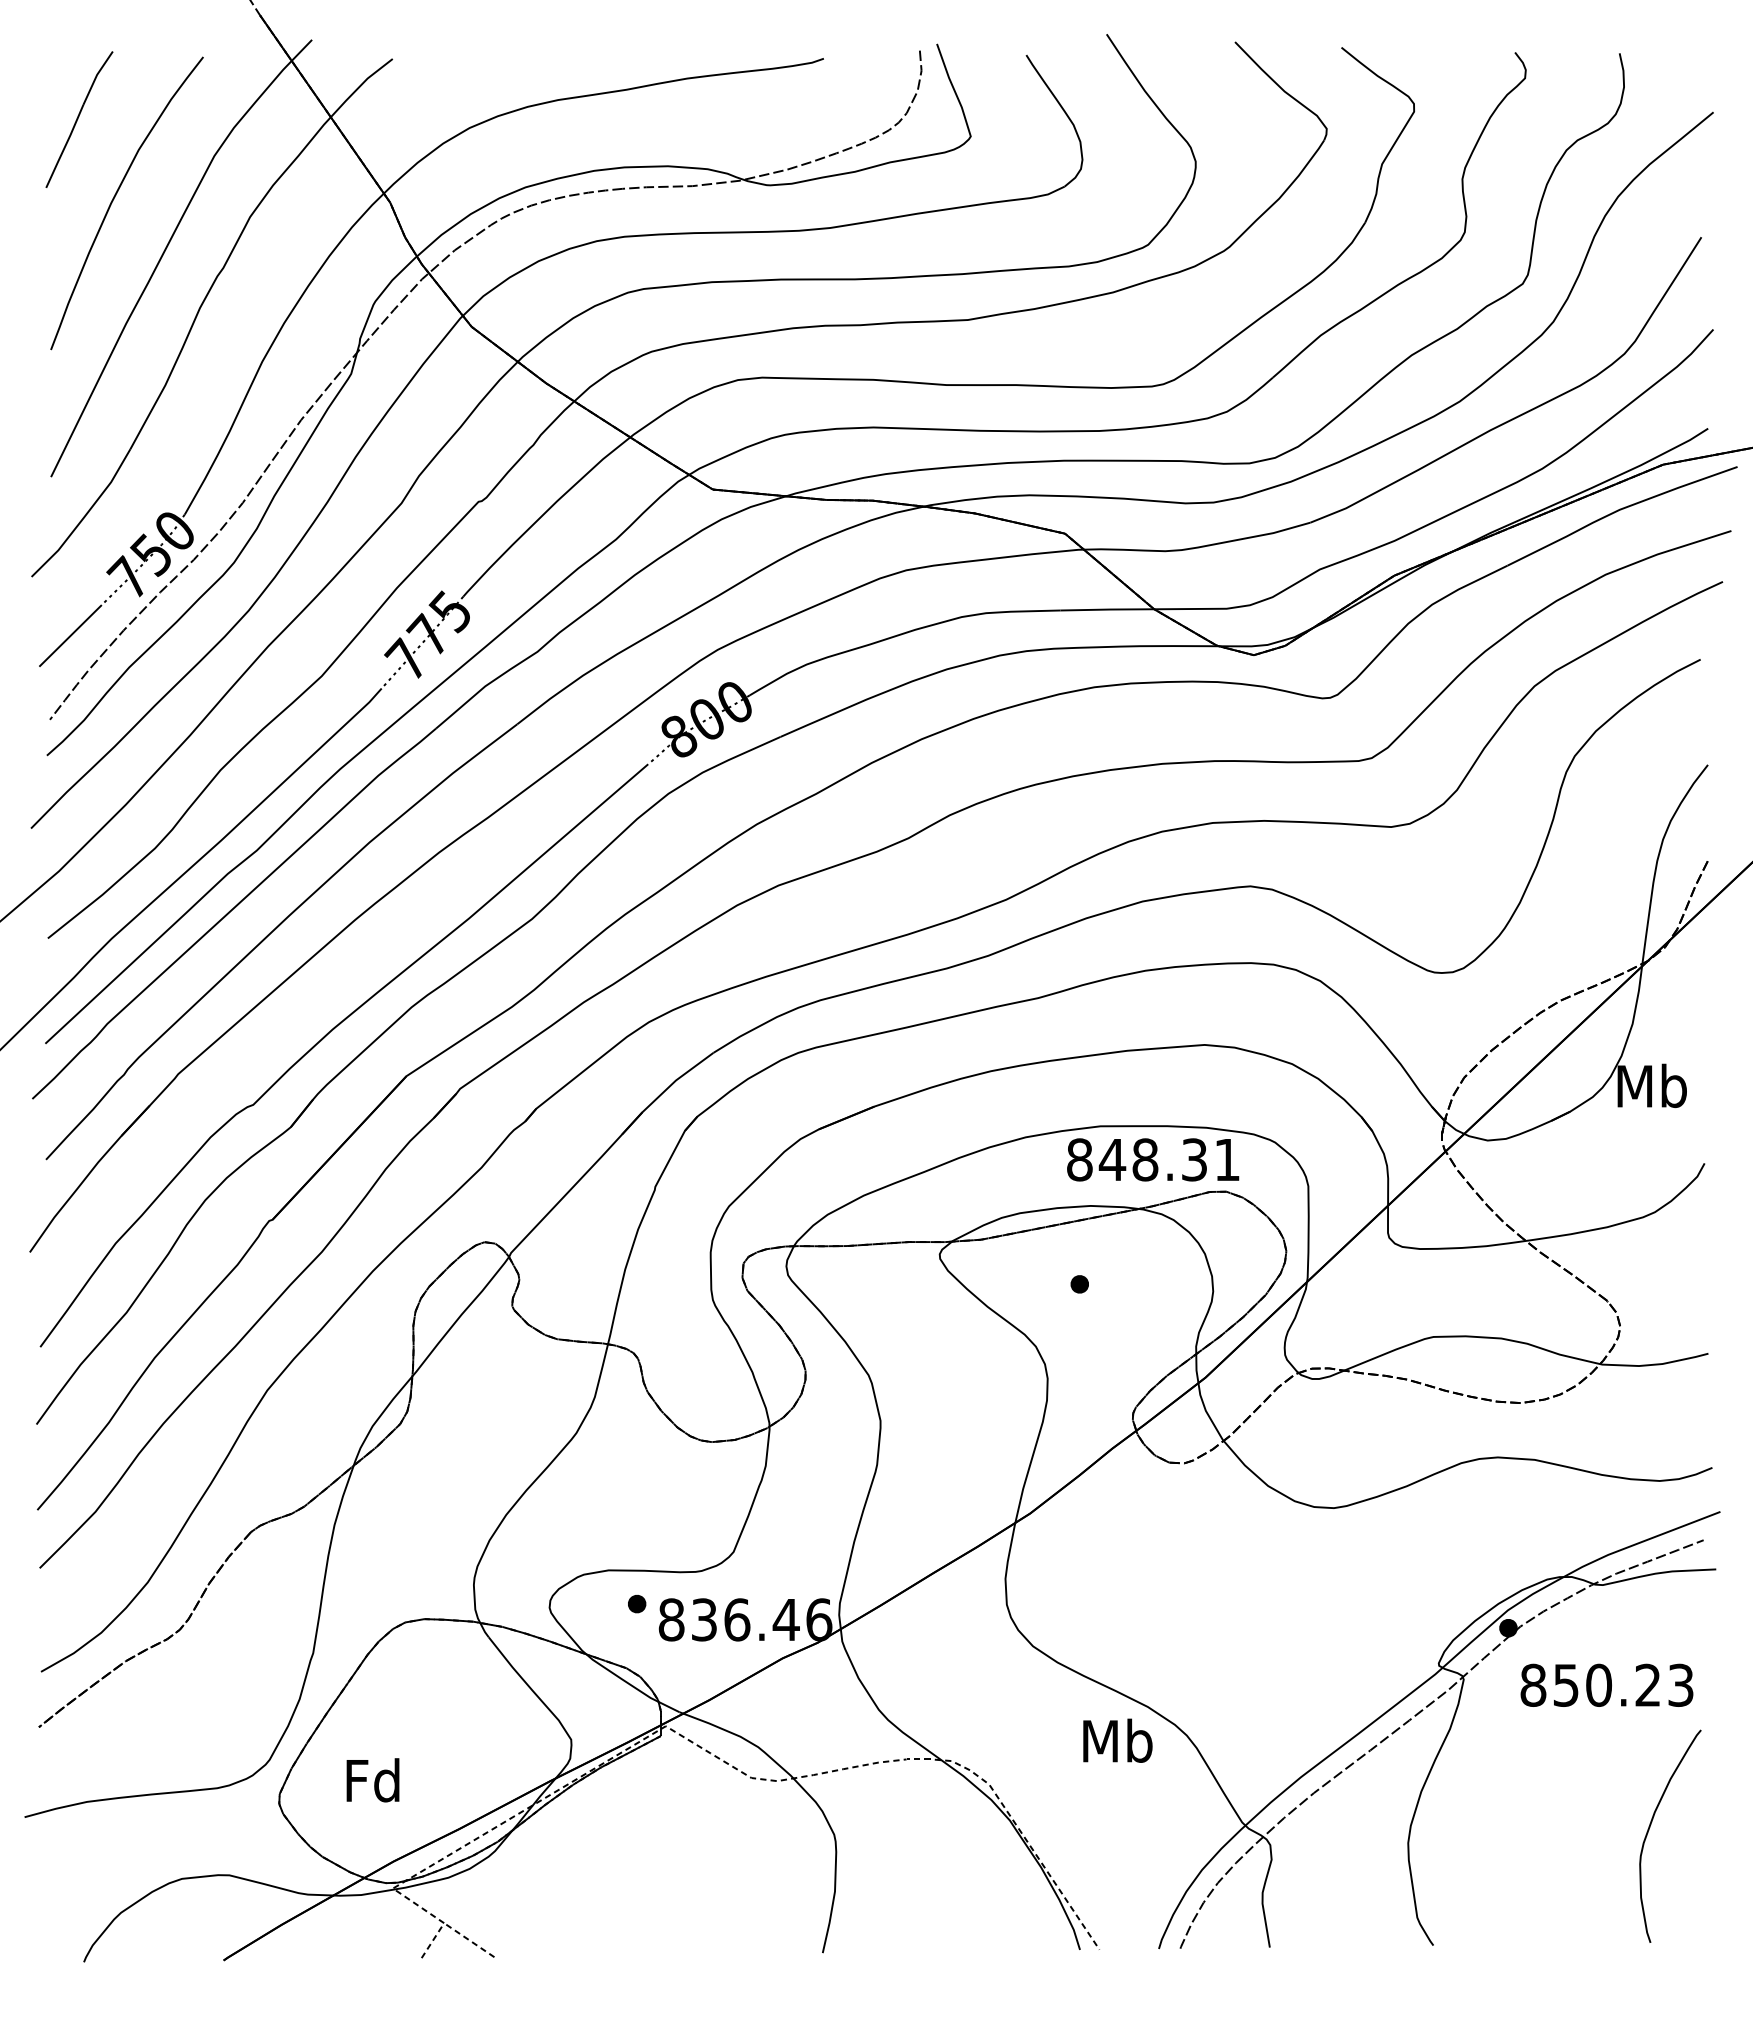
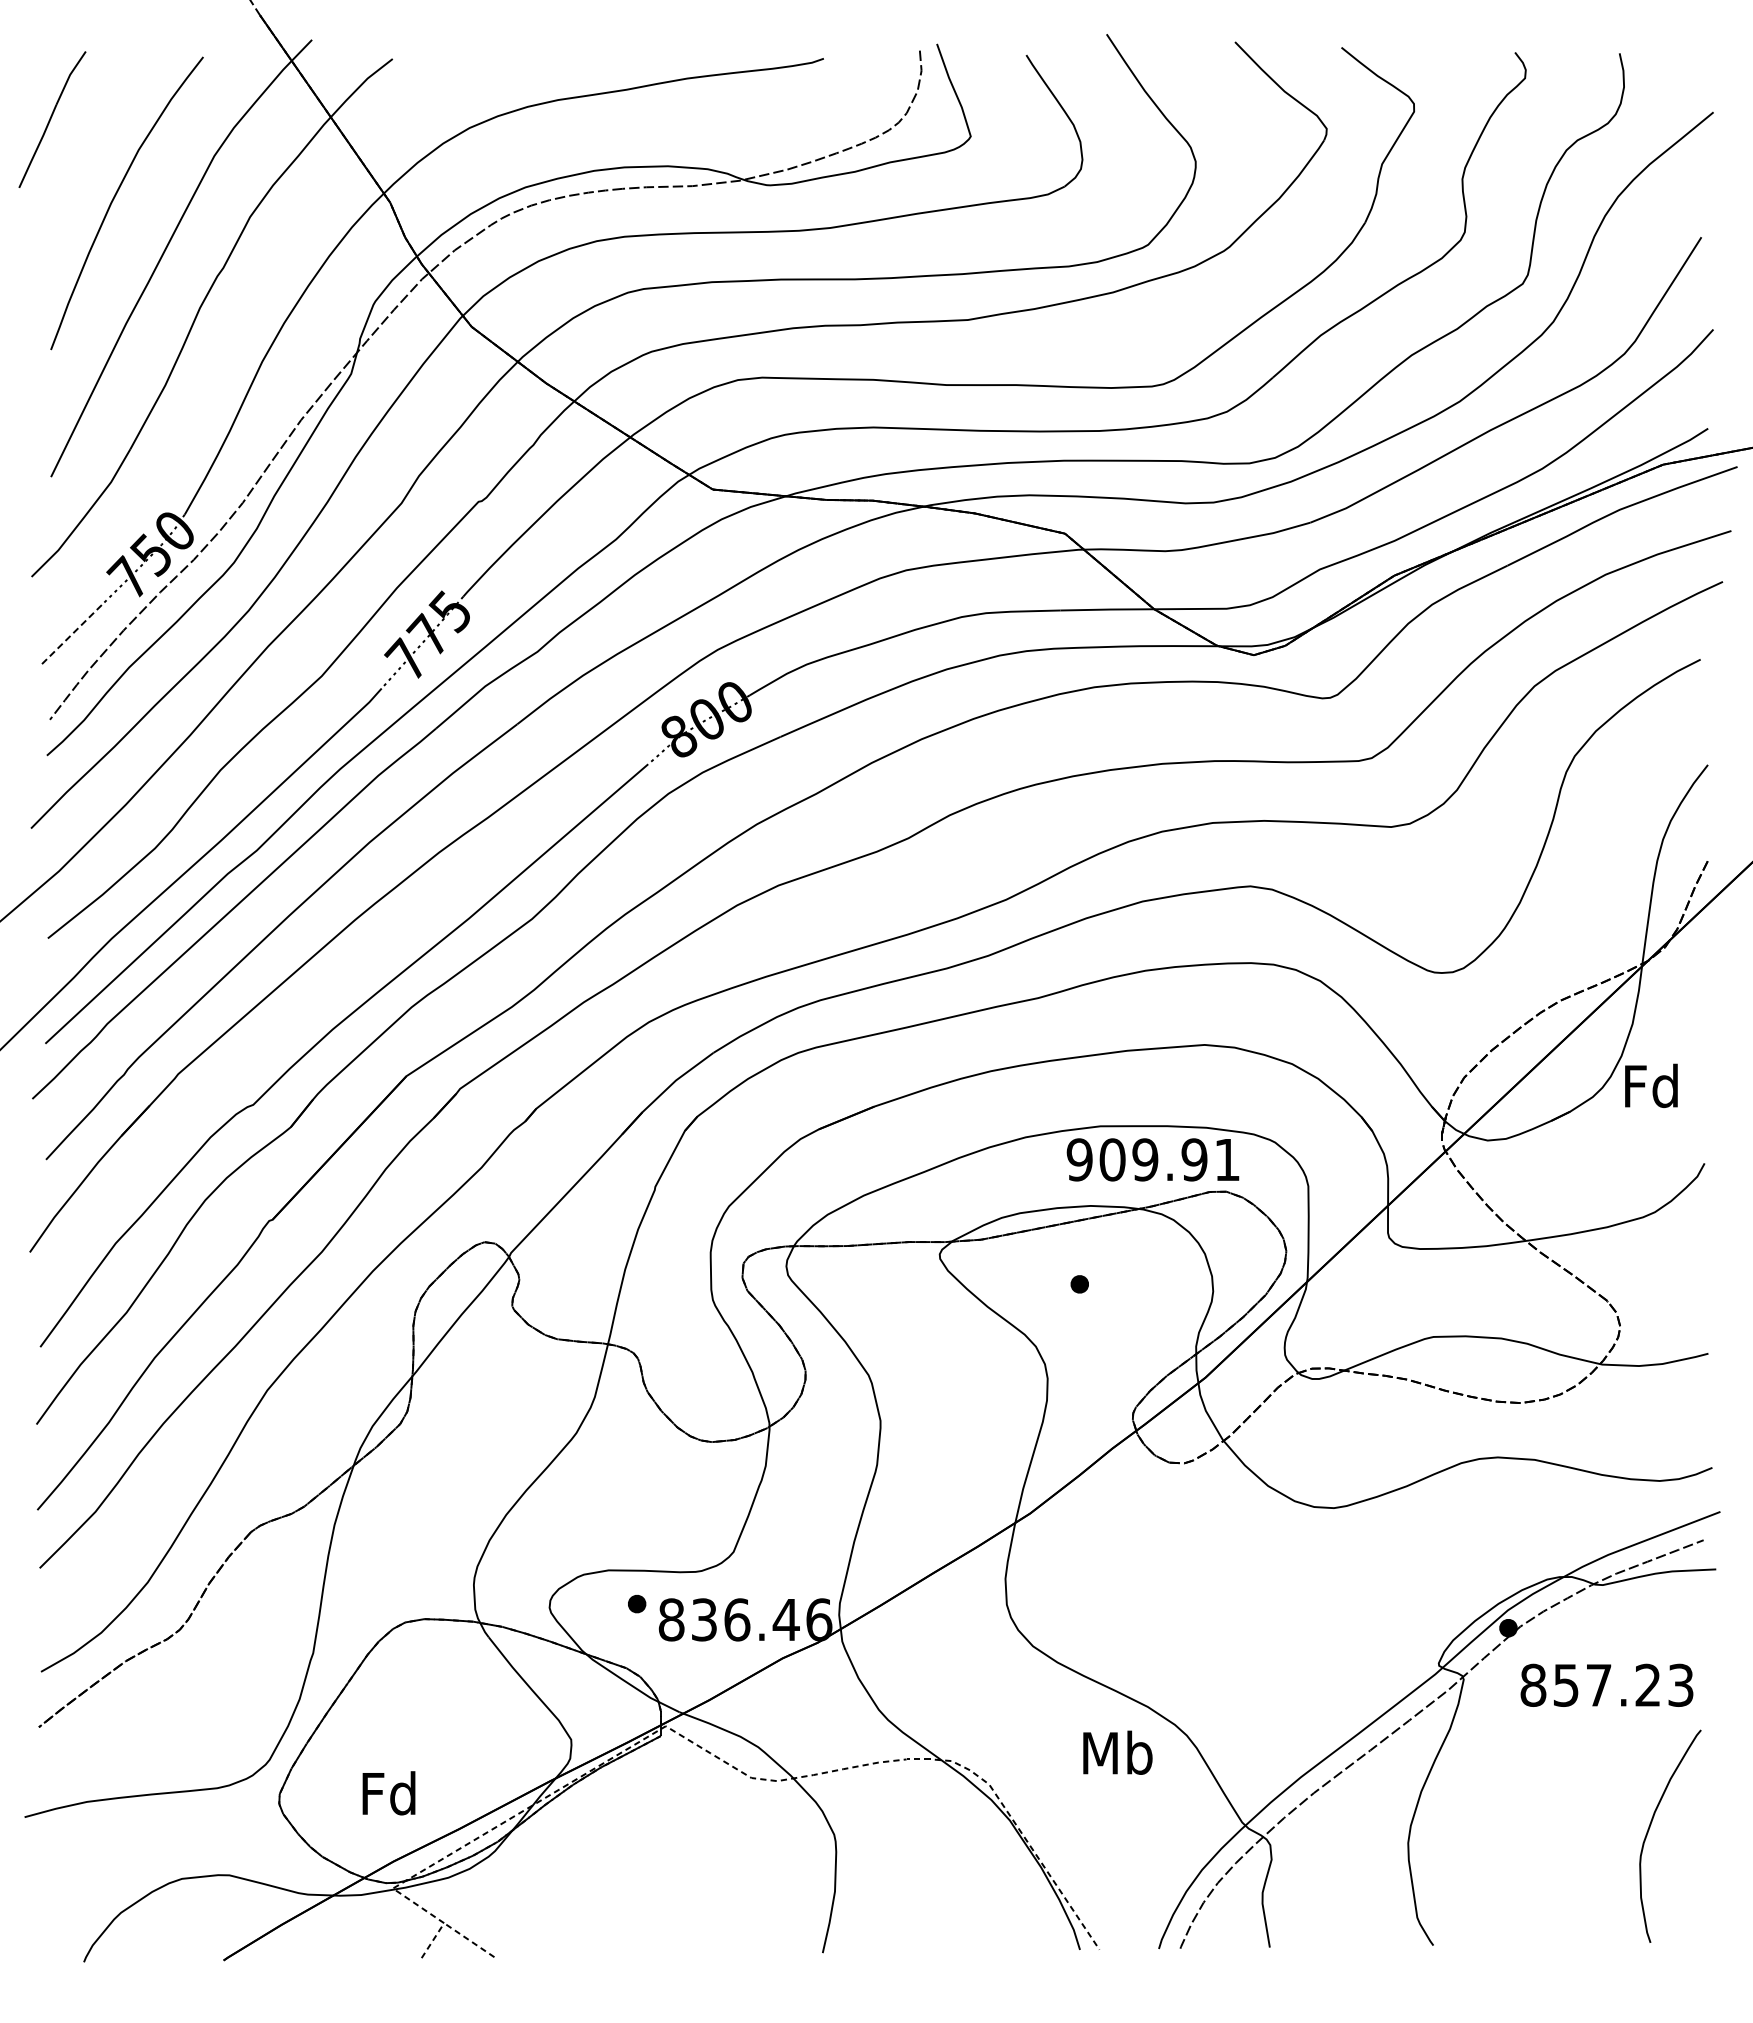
part at (79, 119) position: (79, 119) -> (52, 119)
line at (70, 635): solid -> dashed
text at (1651, 1085): Mb -> Fd
text at (1136, 1159): 848.31 -> 909.91
text at (1599, 1684): 850.23 -> 857.23
text at (1117, 1740) position: (1117, 1740) -> (1117, 1752)
text at (372, 1780) position: (372, 1780) -> (388, 1793)
